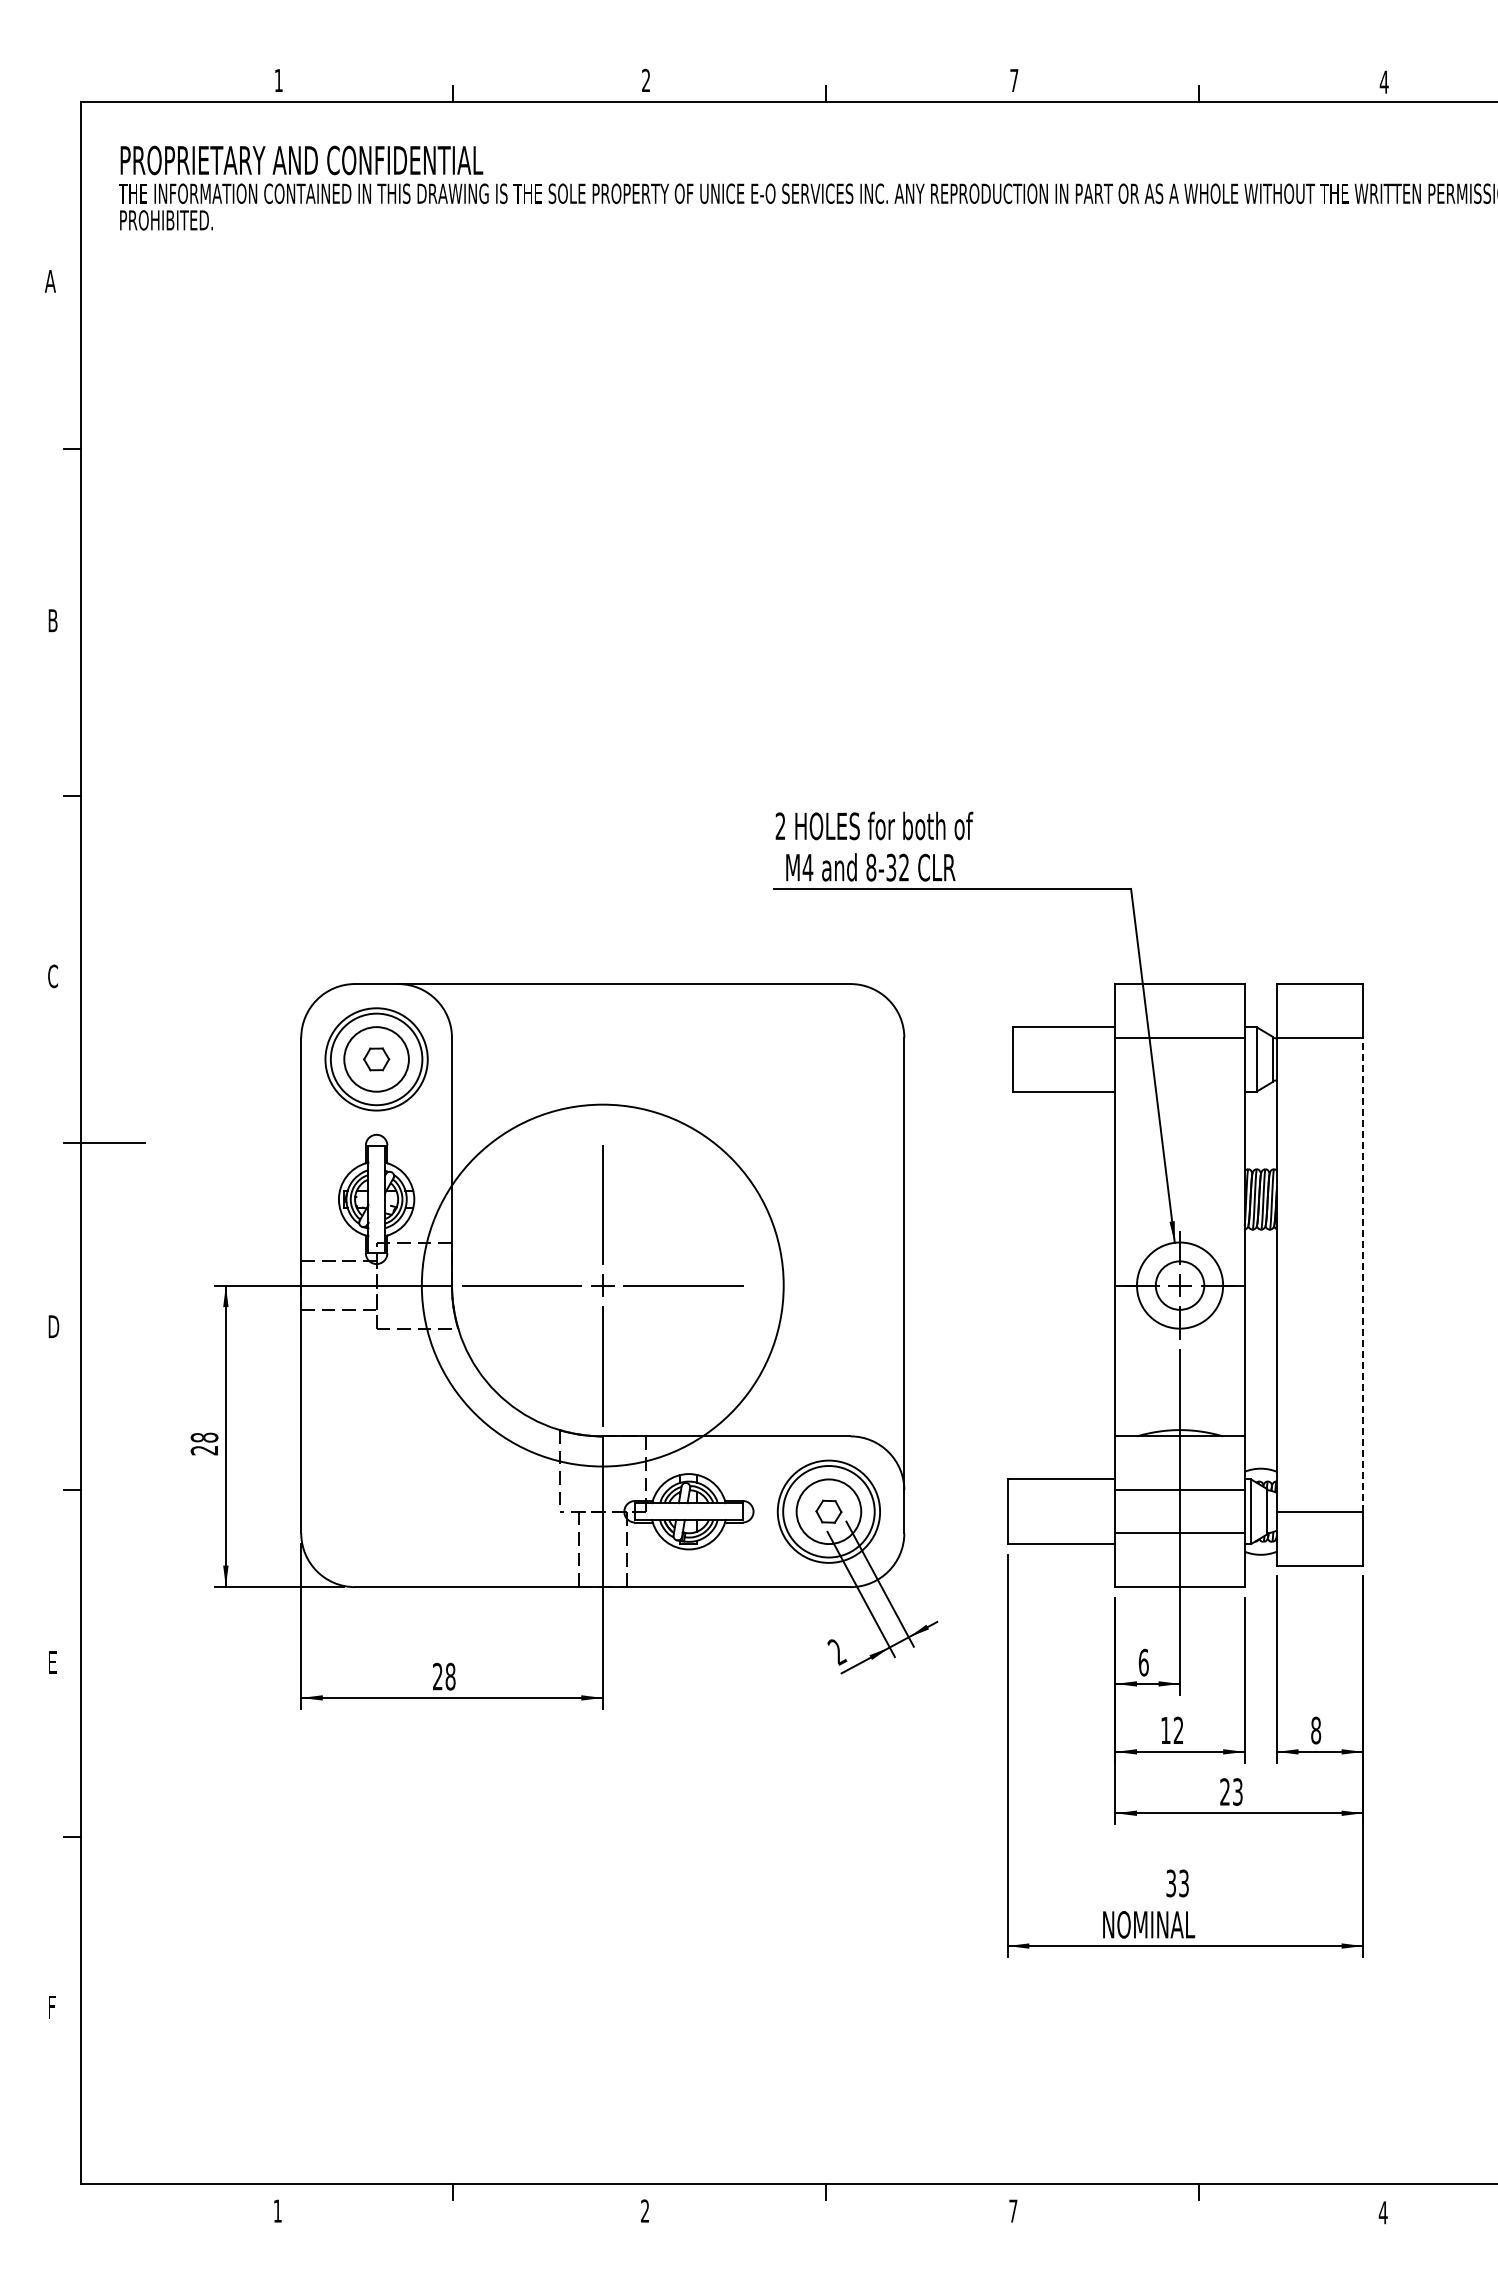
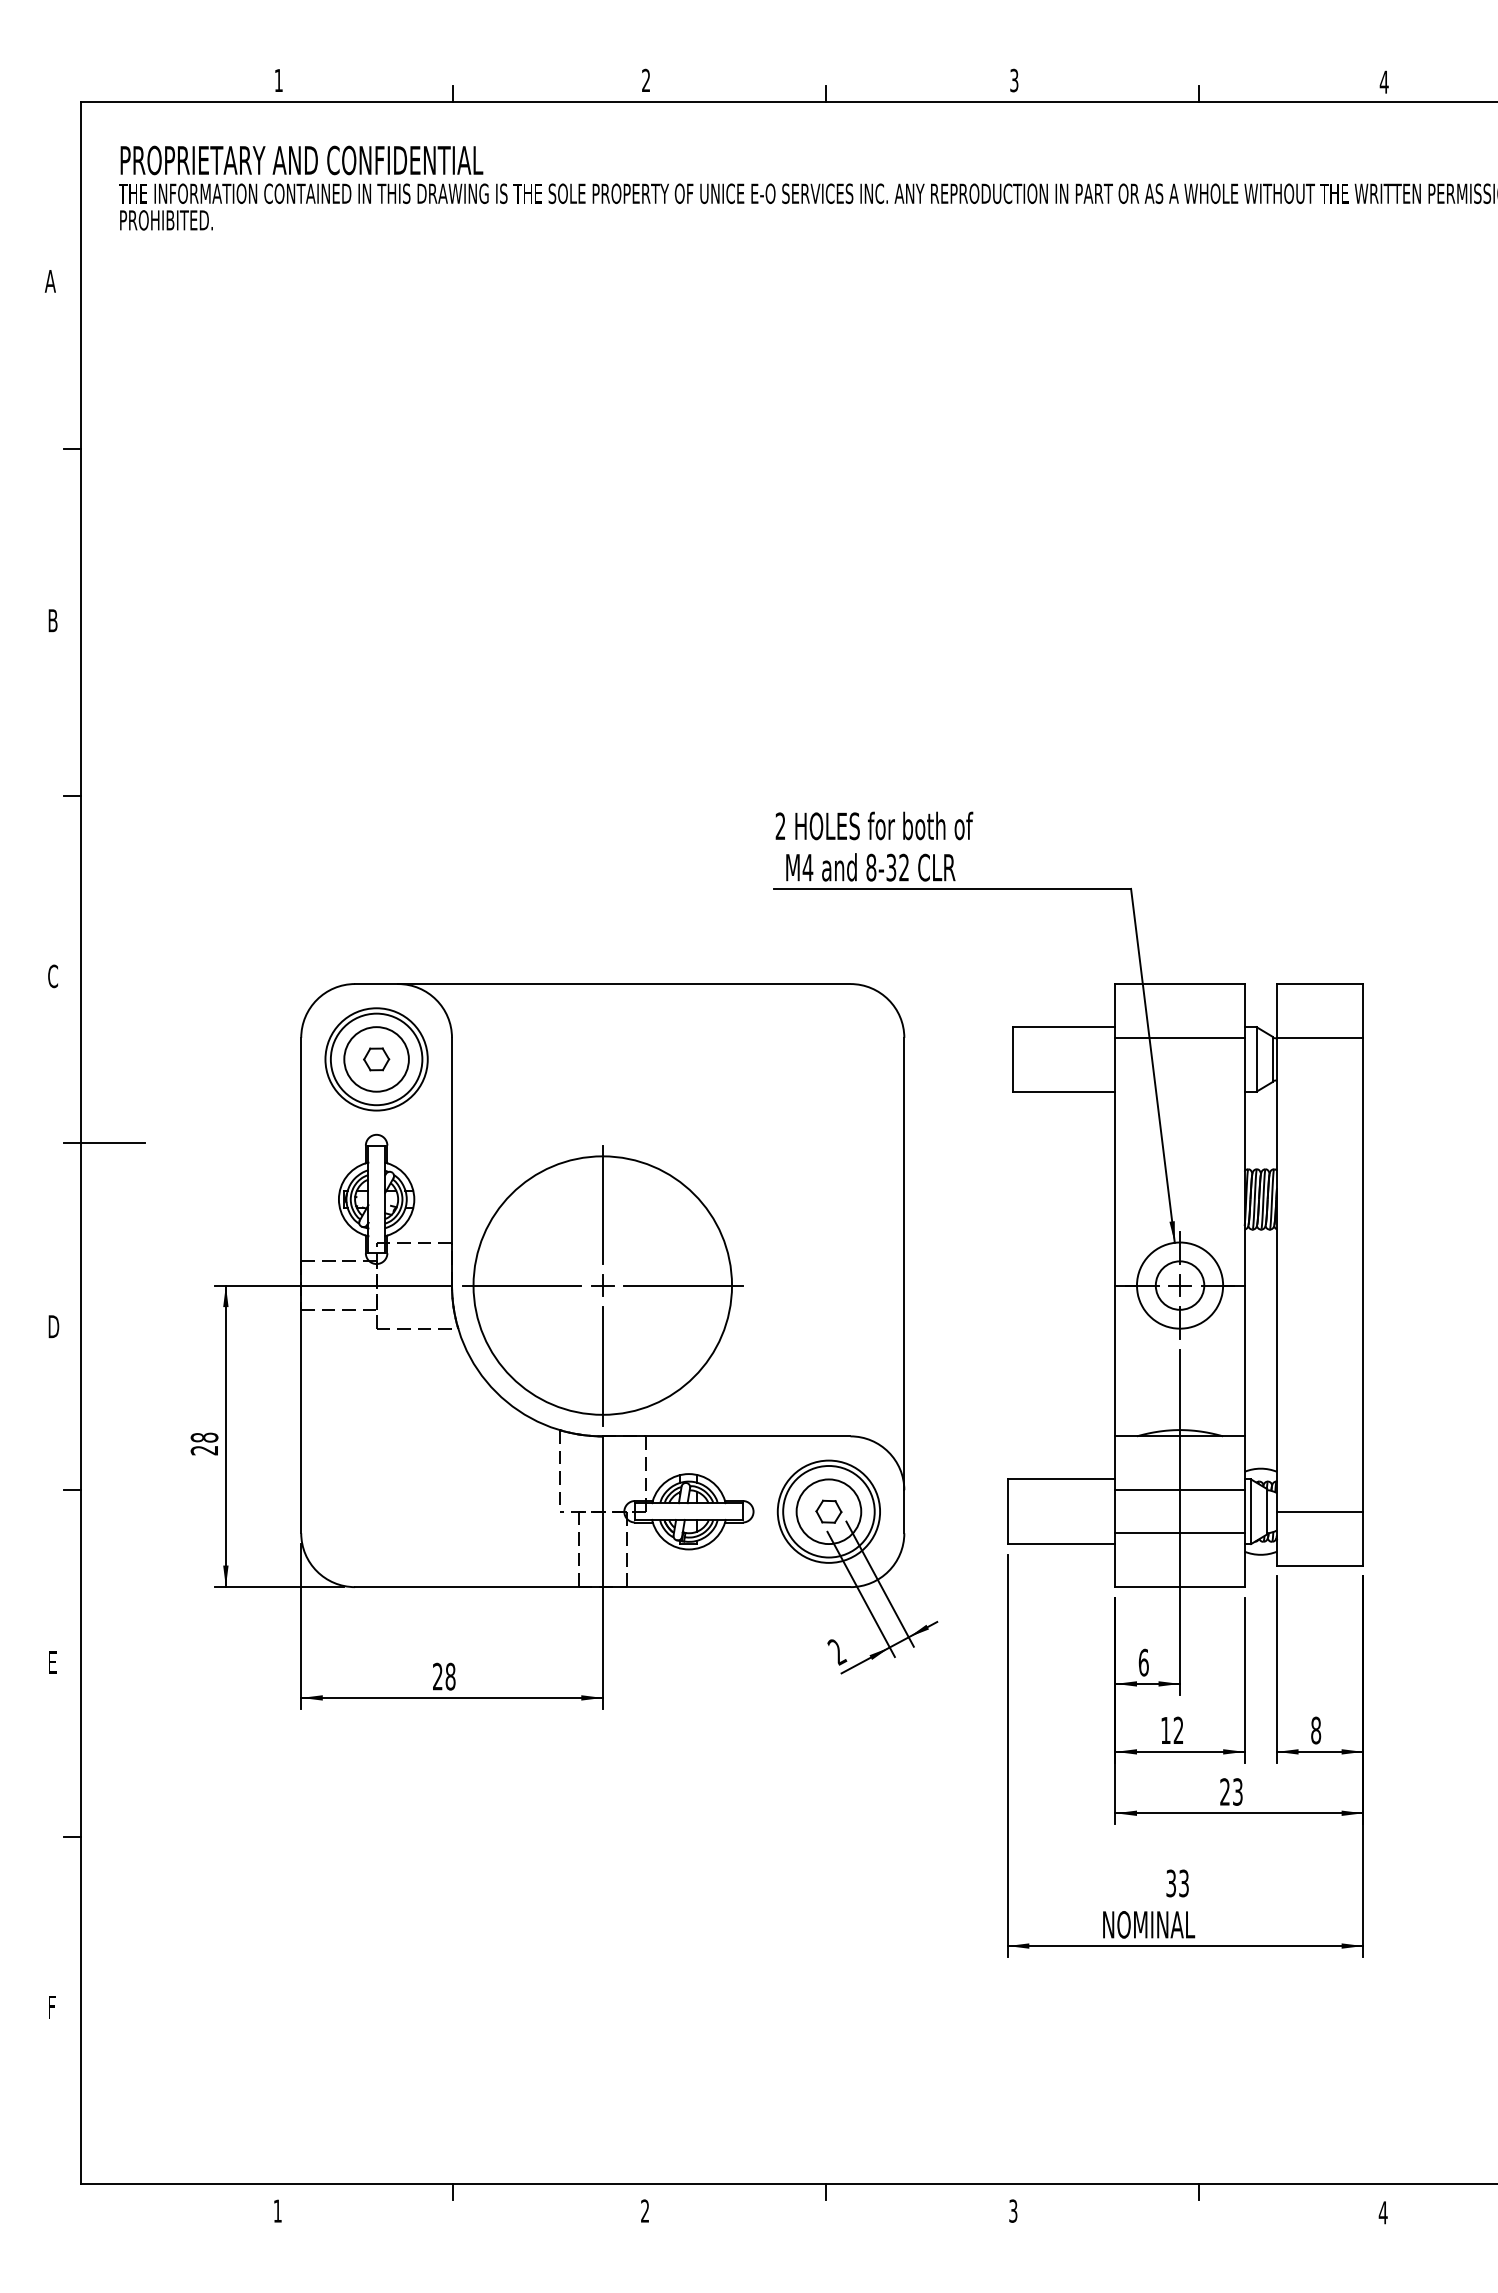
text at (1014, 80): 7 -> 3
line at (1363, 1274): dashed -> solid
circle at (602, 1285) diameter: 362 px -> 258 px
text at (1013, 2210): 7 -> 3
